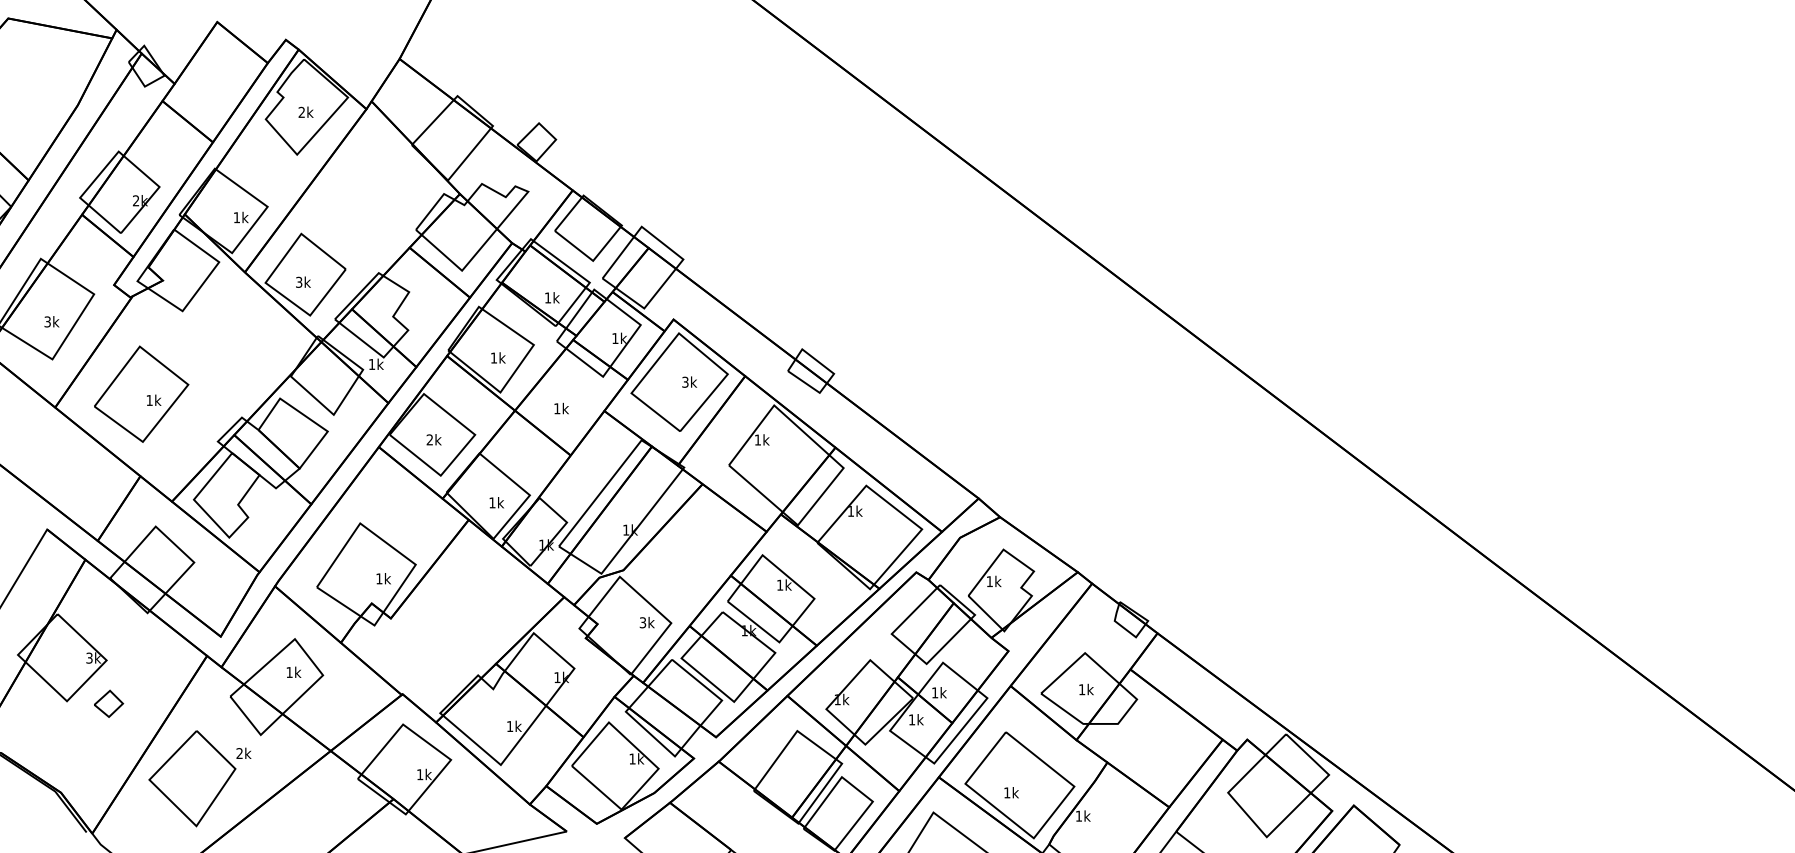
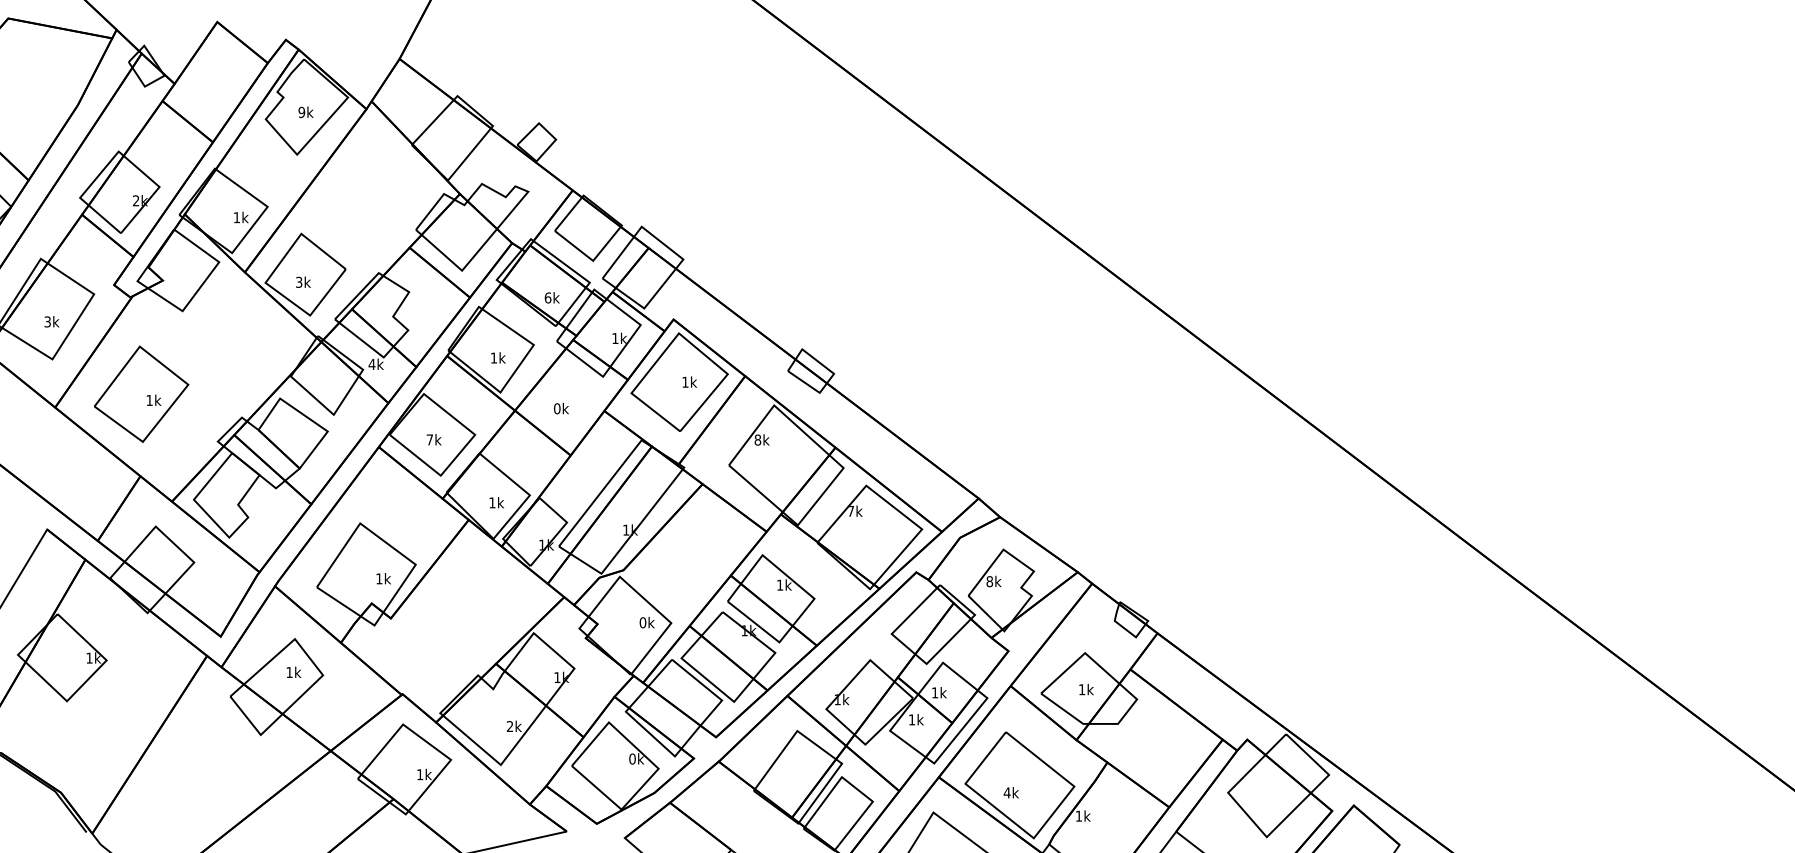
text at (301, 112): 2k -> 9k
text at (547, 297): 1k -> 6k
text at (371, 364): 1k -> 4k
text at (685, 381): 3k -> 1k
text at (557, 408): 1k -> 0k
text at (429, 439): 2k -> 7k
text at (757, 439): 1k -> 8k
text at (850, 511): 1k -> 7k
text at (989, 581): 1k -> 8k
text at (642, 622): 3k -> 0k
text at (89, 657): 3k -> 1k
part at (109, 703): present -> none
text at (509, 726): 1k -> 2k
text at (632, 758): 1k -> 0k
part at (199, 778): present -> none
text at (1006, 792): 1k -> 4k
